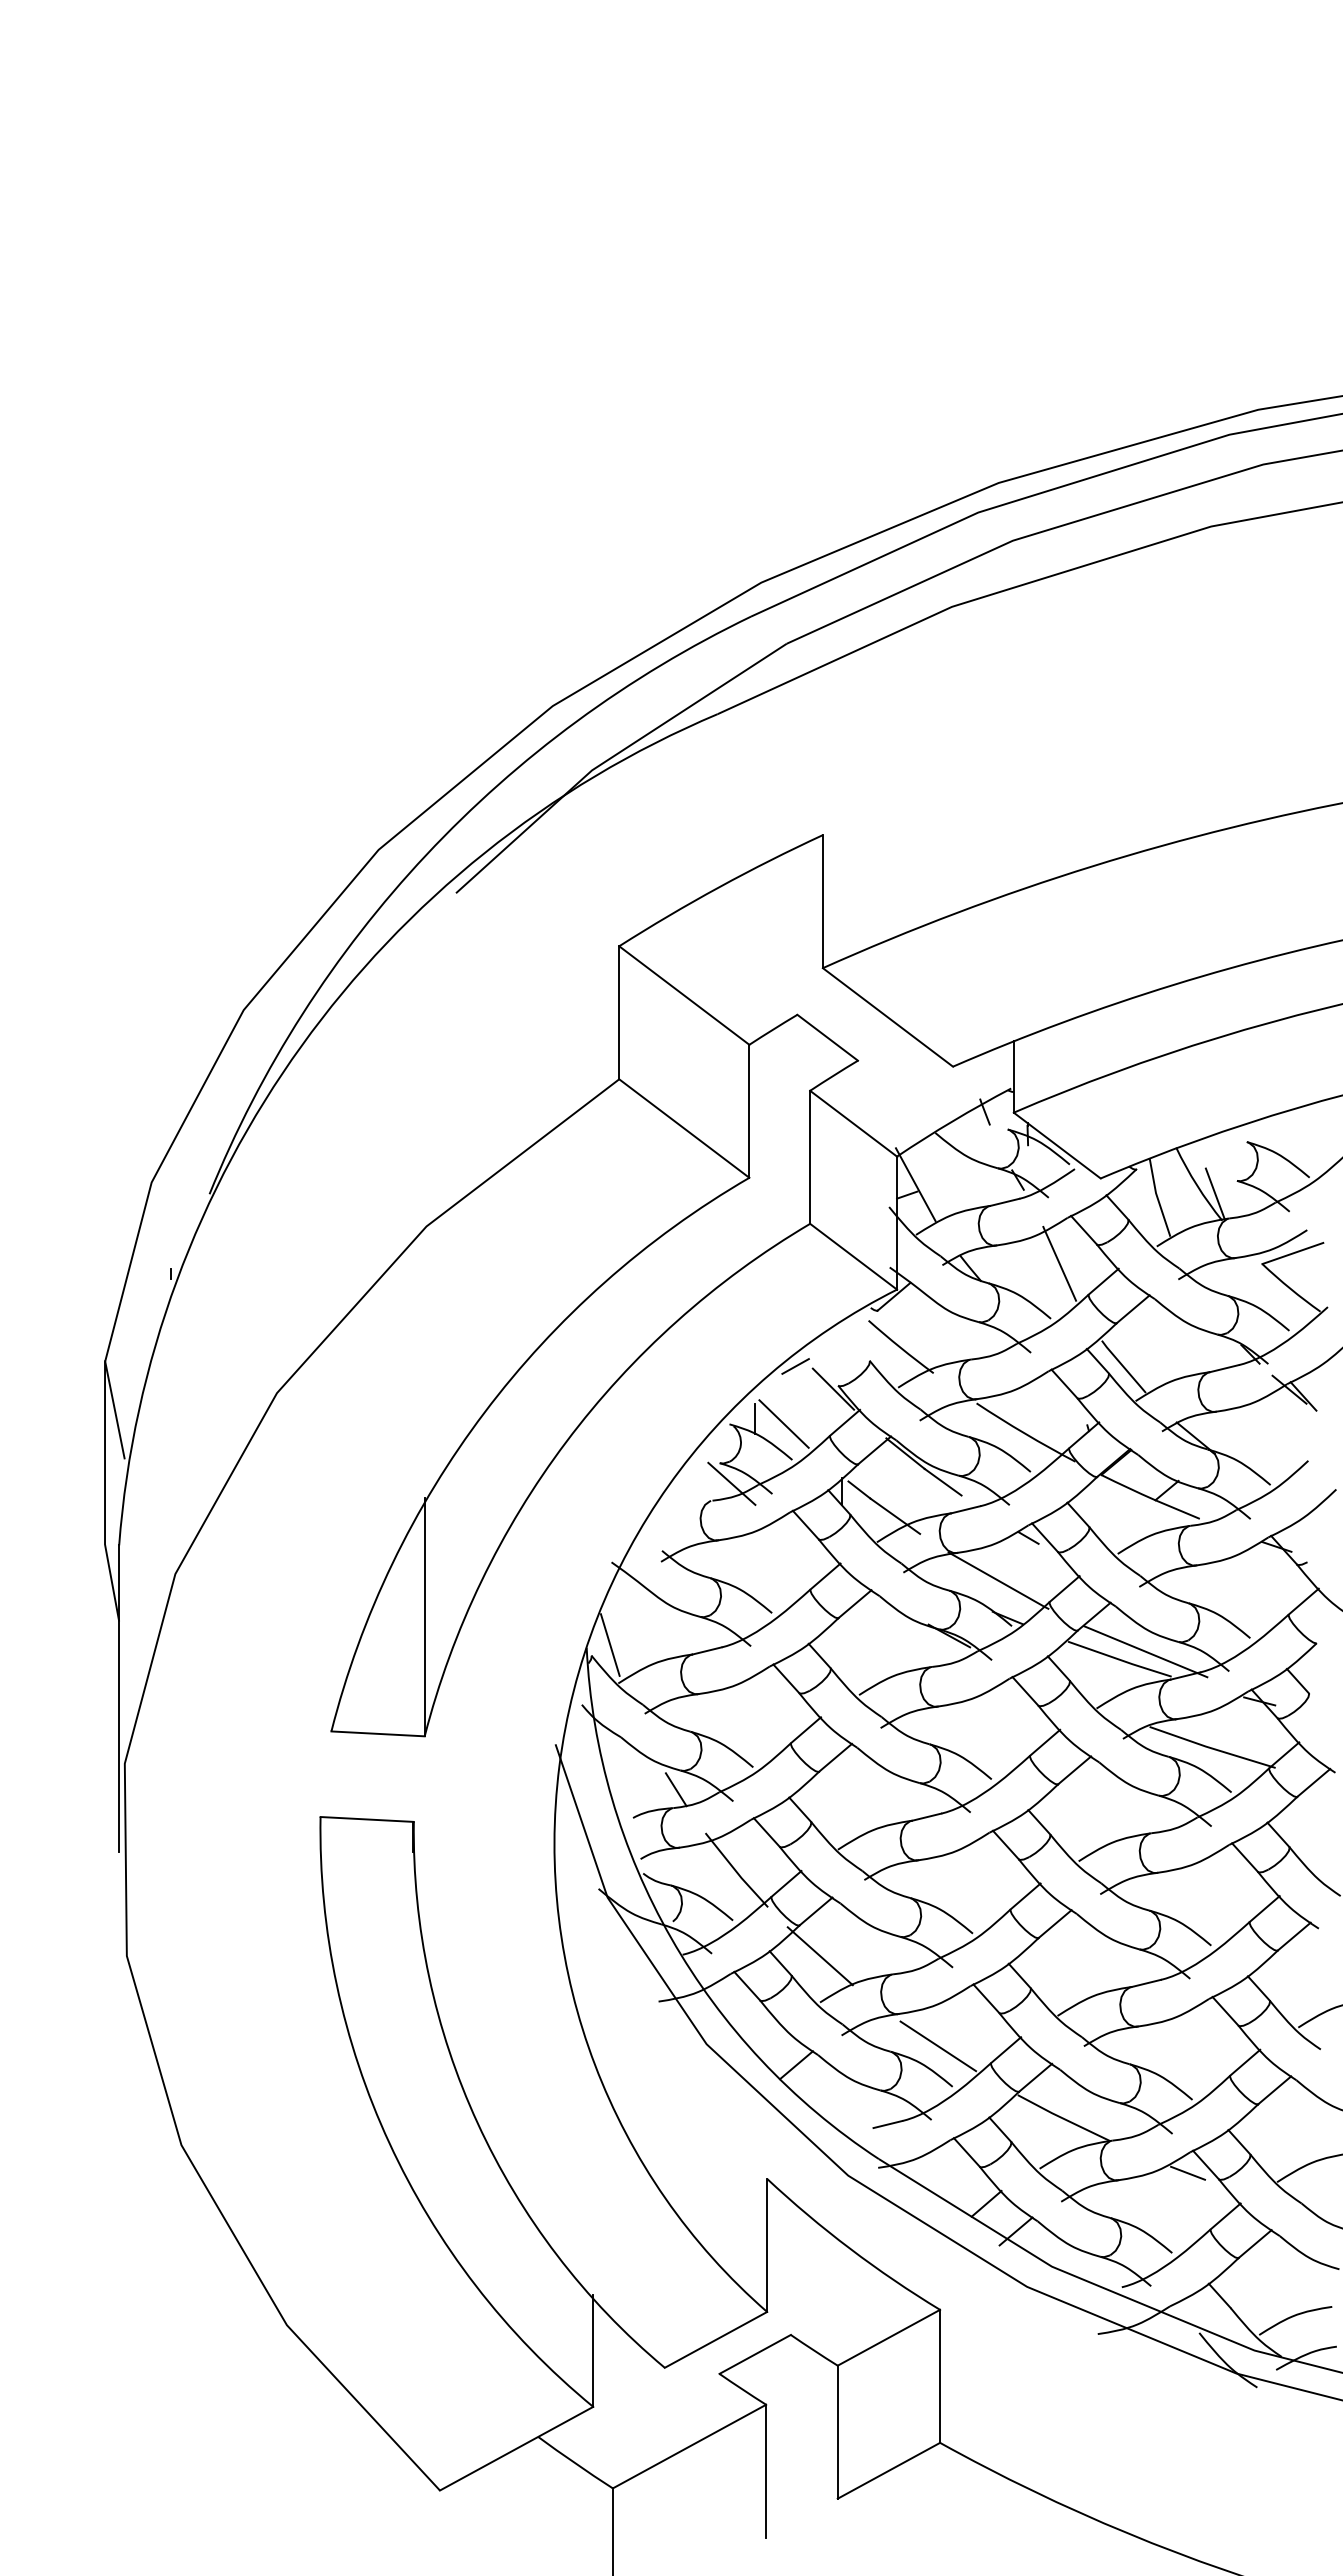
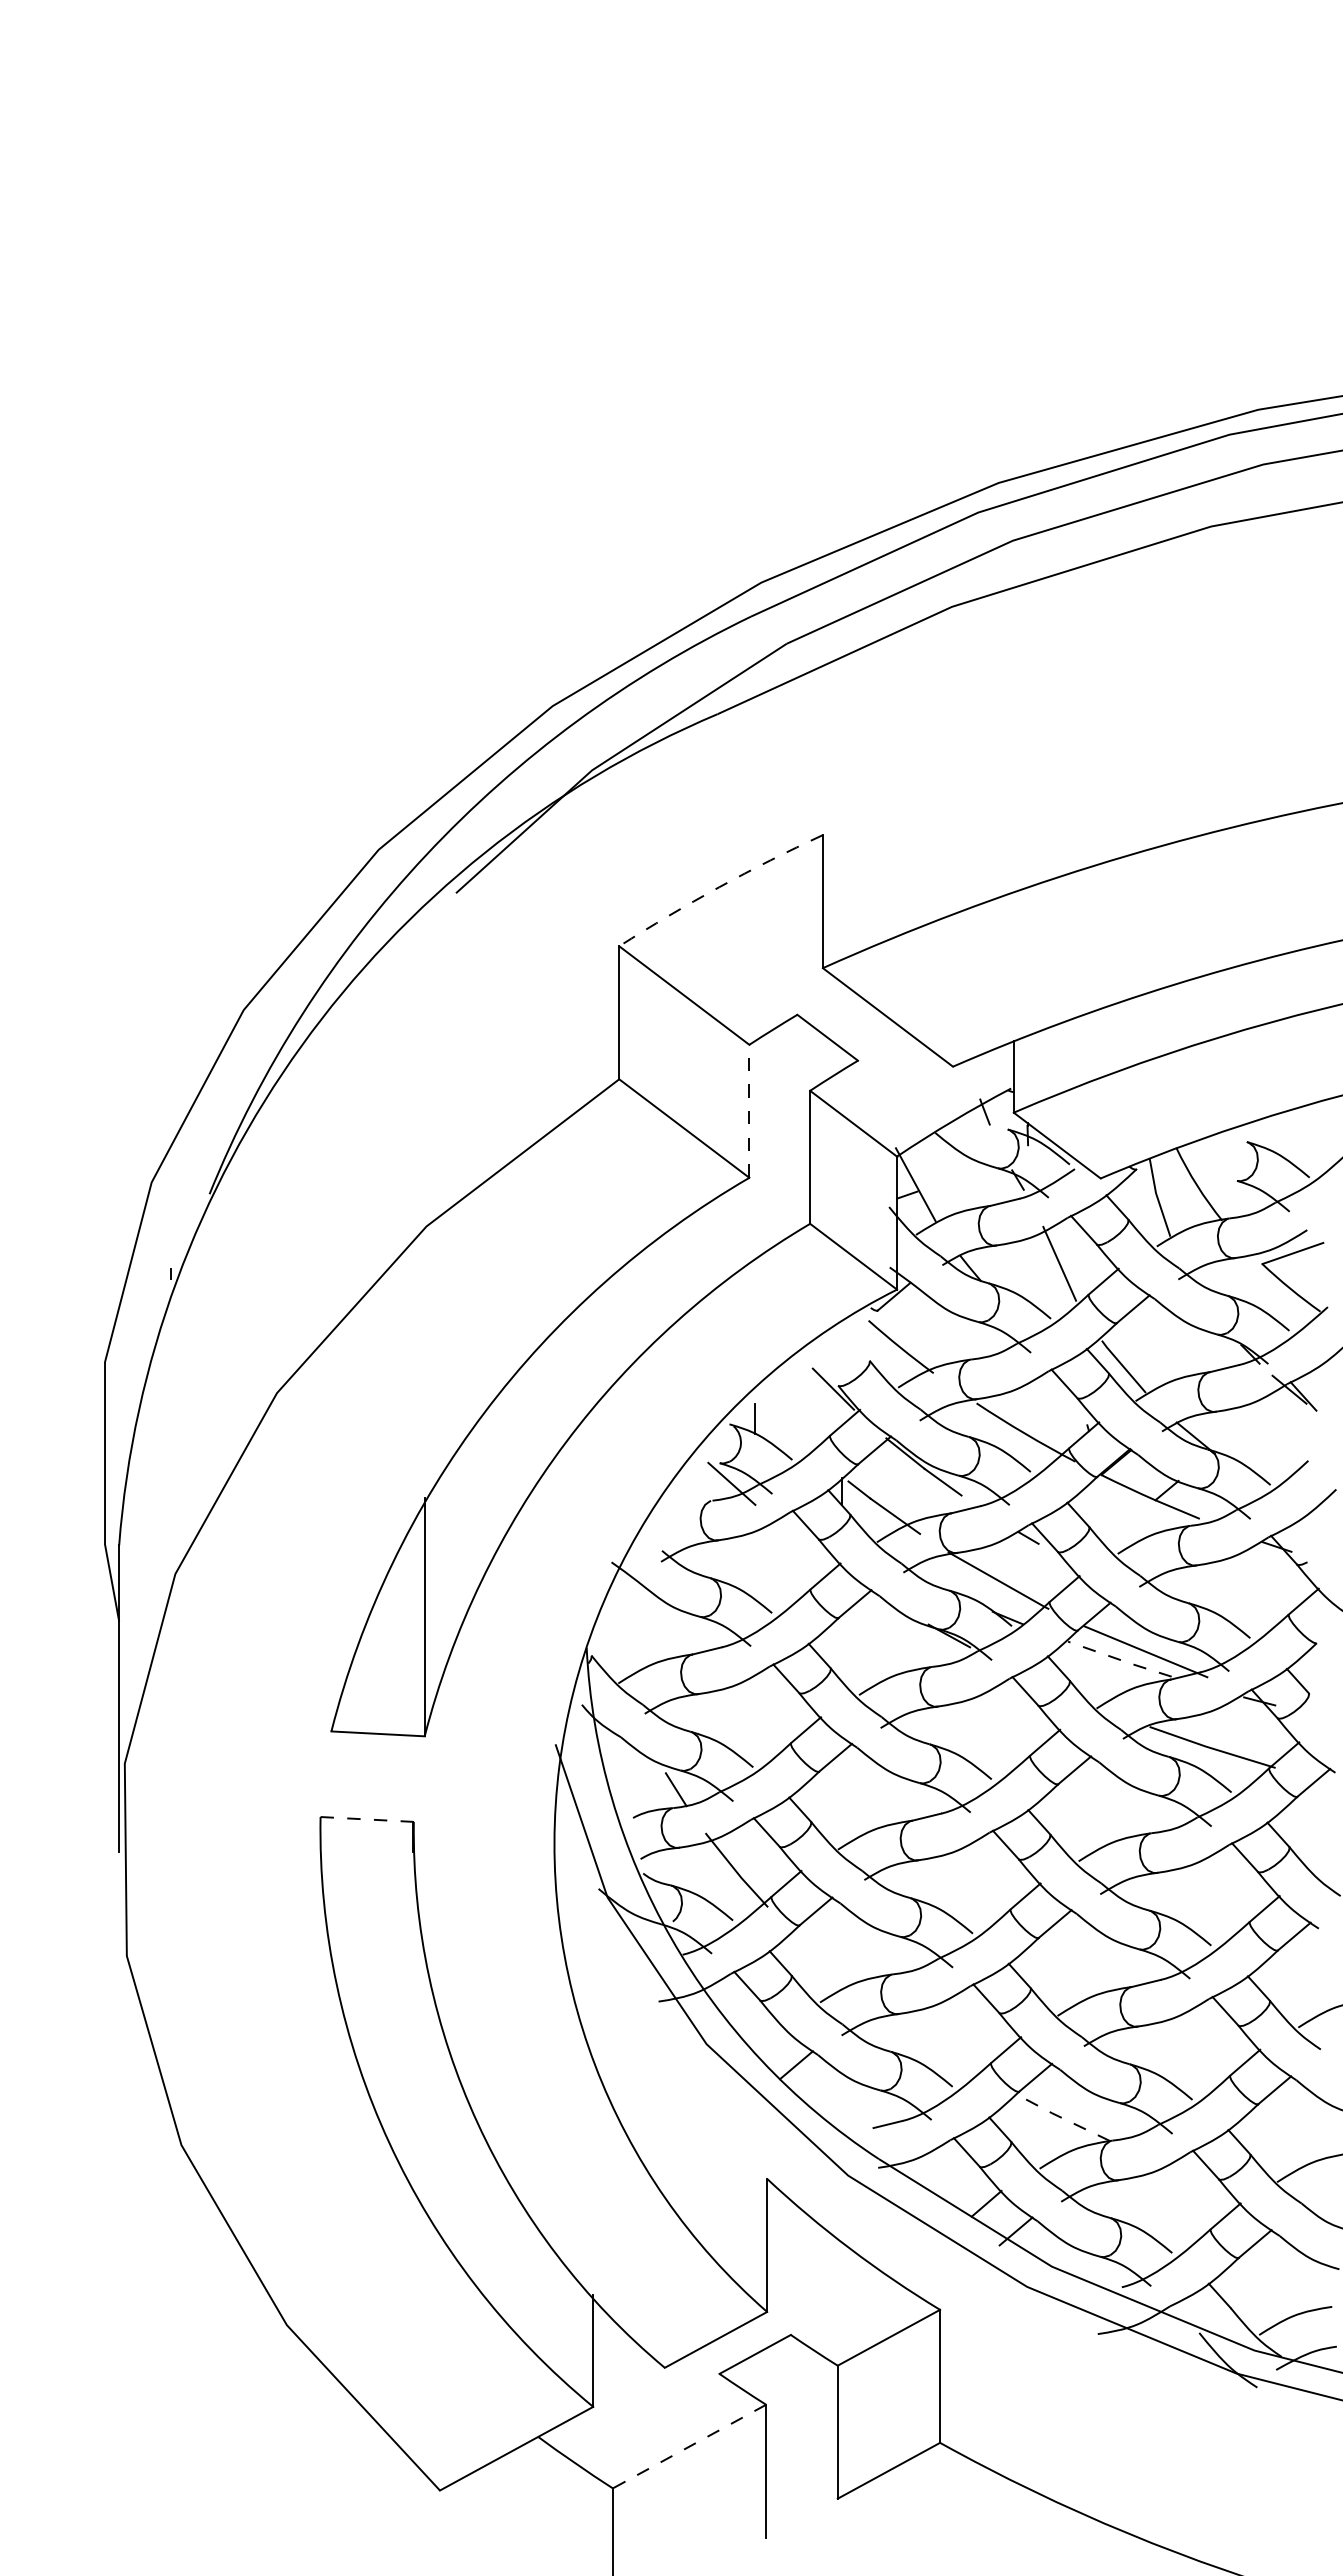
arc at (719, 887): solid -> dashed
line at (749, 1111): solid -> dashed
line at (1214, 1193): present -> none
line at (795, 1366): present -> none
line at (114, 1409): present -> none
line at (783, 1423): present -> none
line at (609, 1644): present -> none
line at (1120, 1659): solid -> dashed
line at (367, 1819): solid -> dashed
line at (819, 1956): present -> none
line at (938, 2046): present -> none
line at (1062, 2118): solid -> dashed
line at (1188, 2172): present -> none
line at (689, 2446): solid -> dashed
